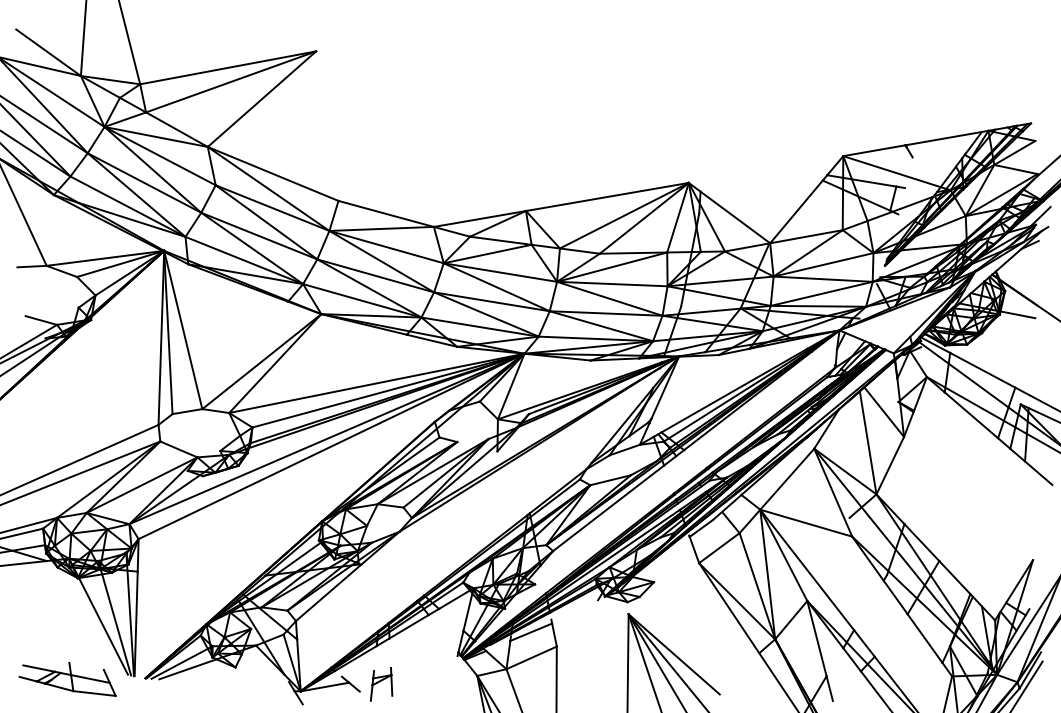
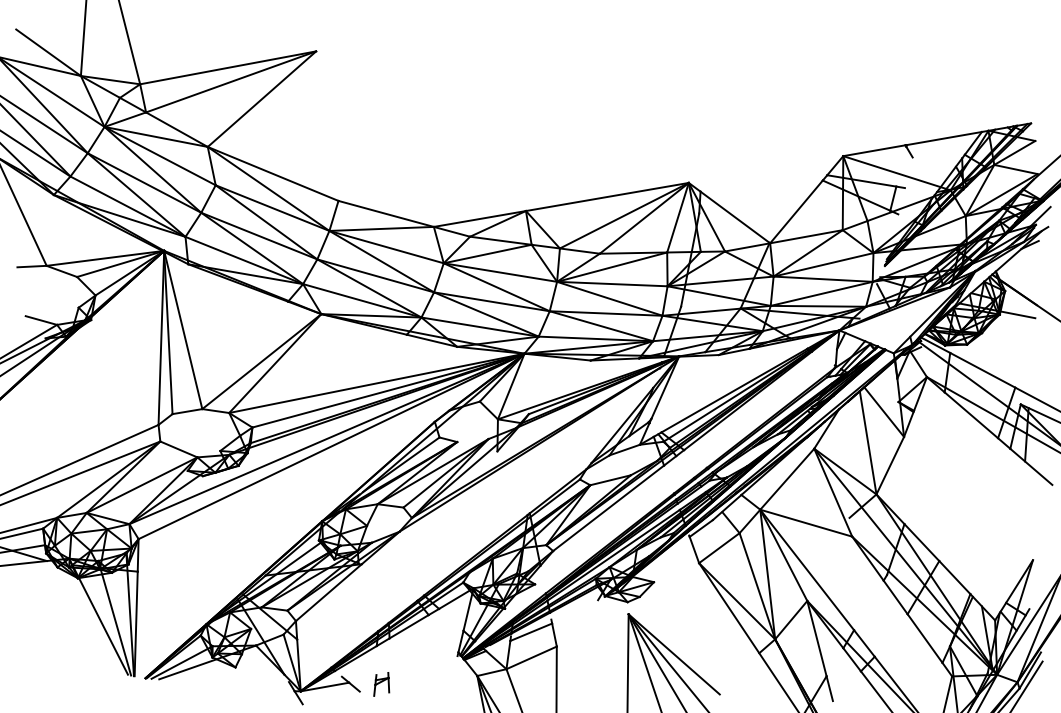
part at (67, 679): present -> none
part at (381, 684) size: 24x35 px -> 18x25 px
